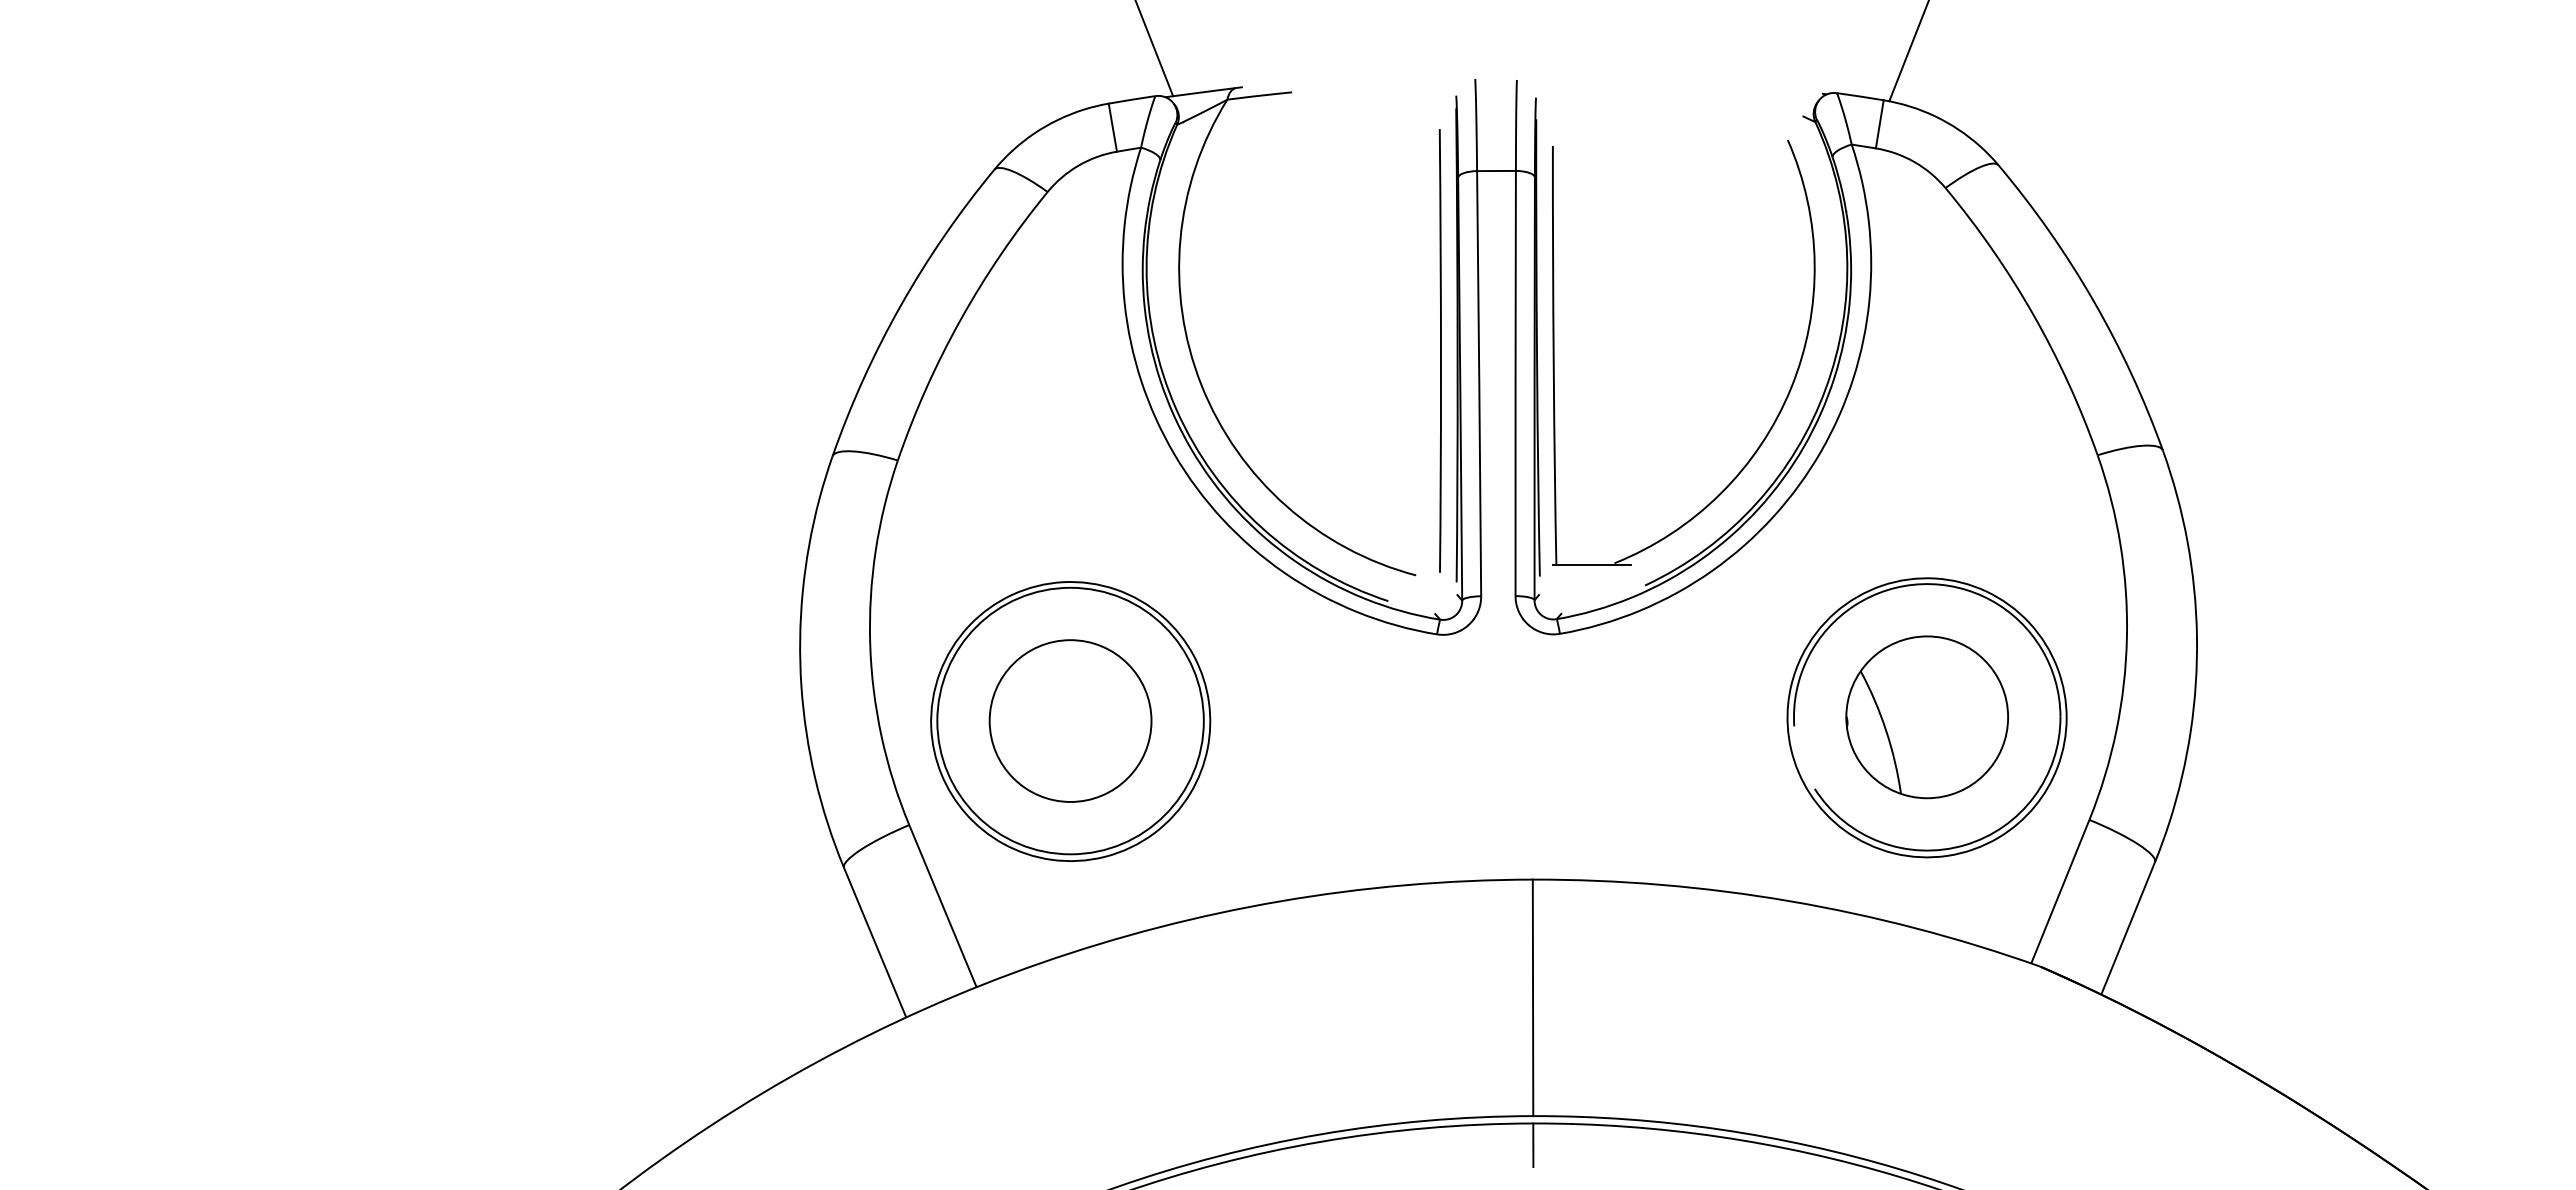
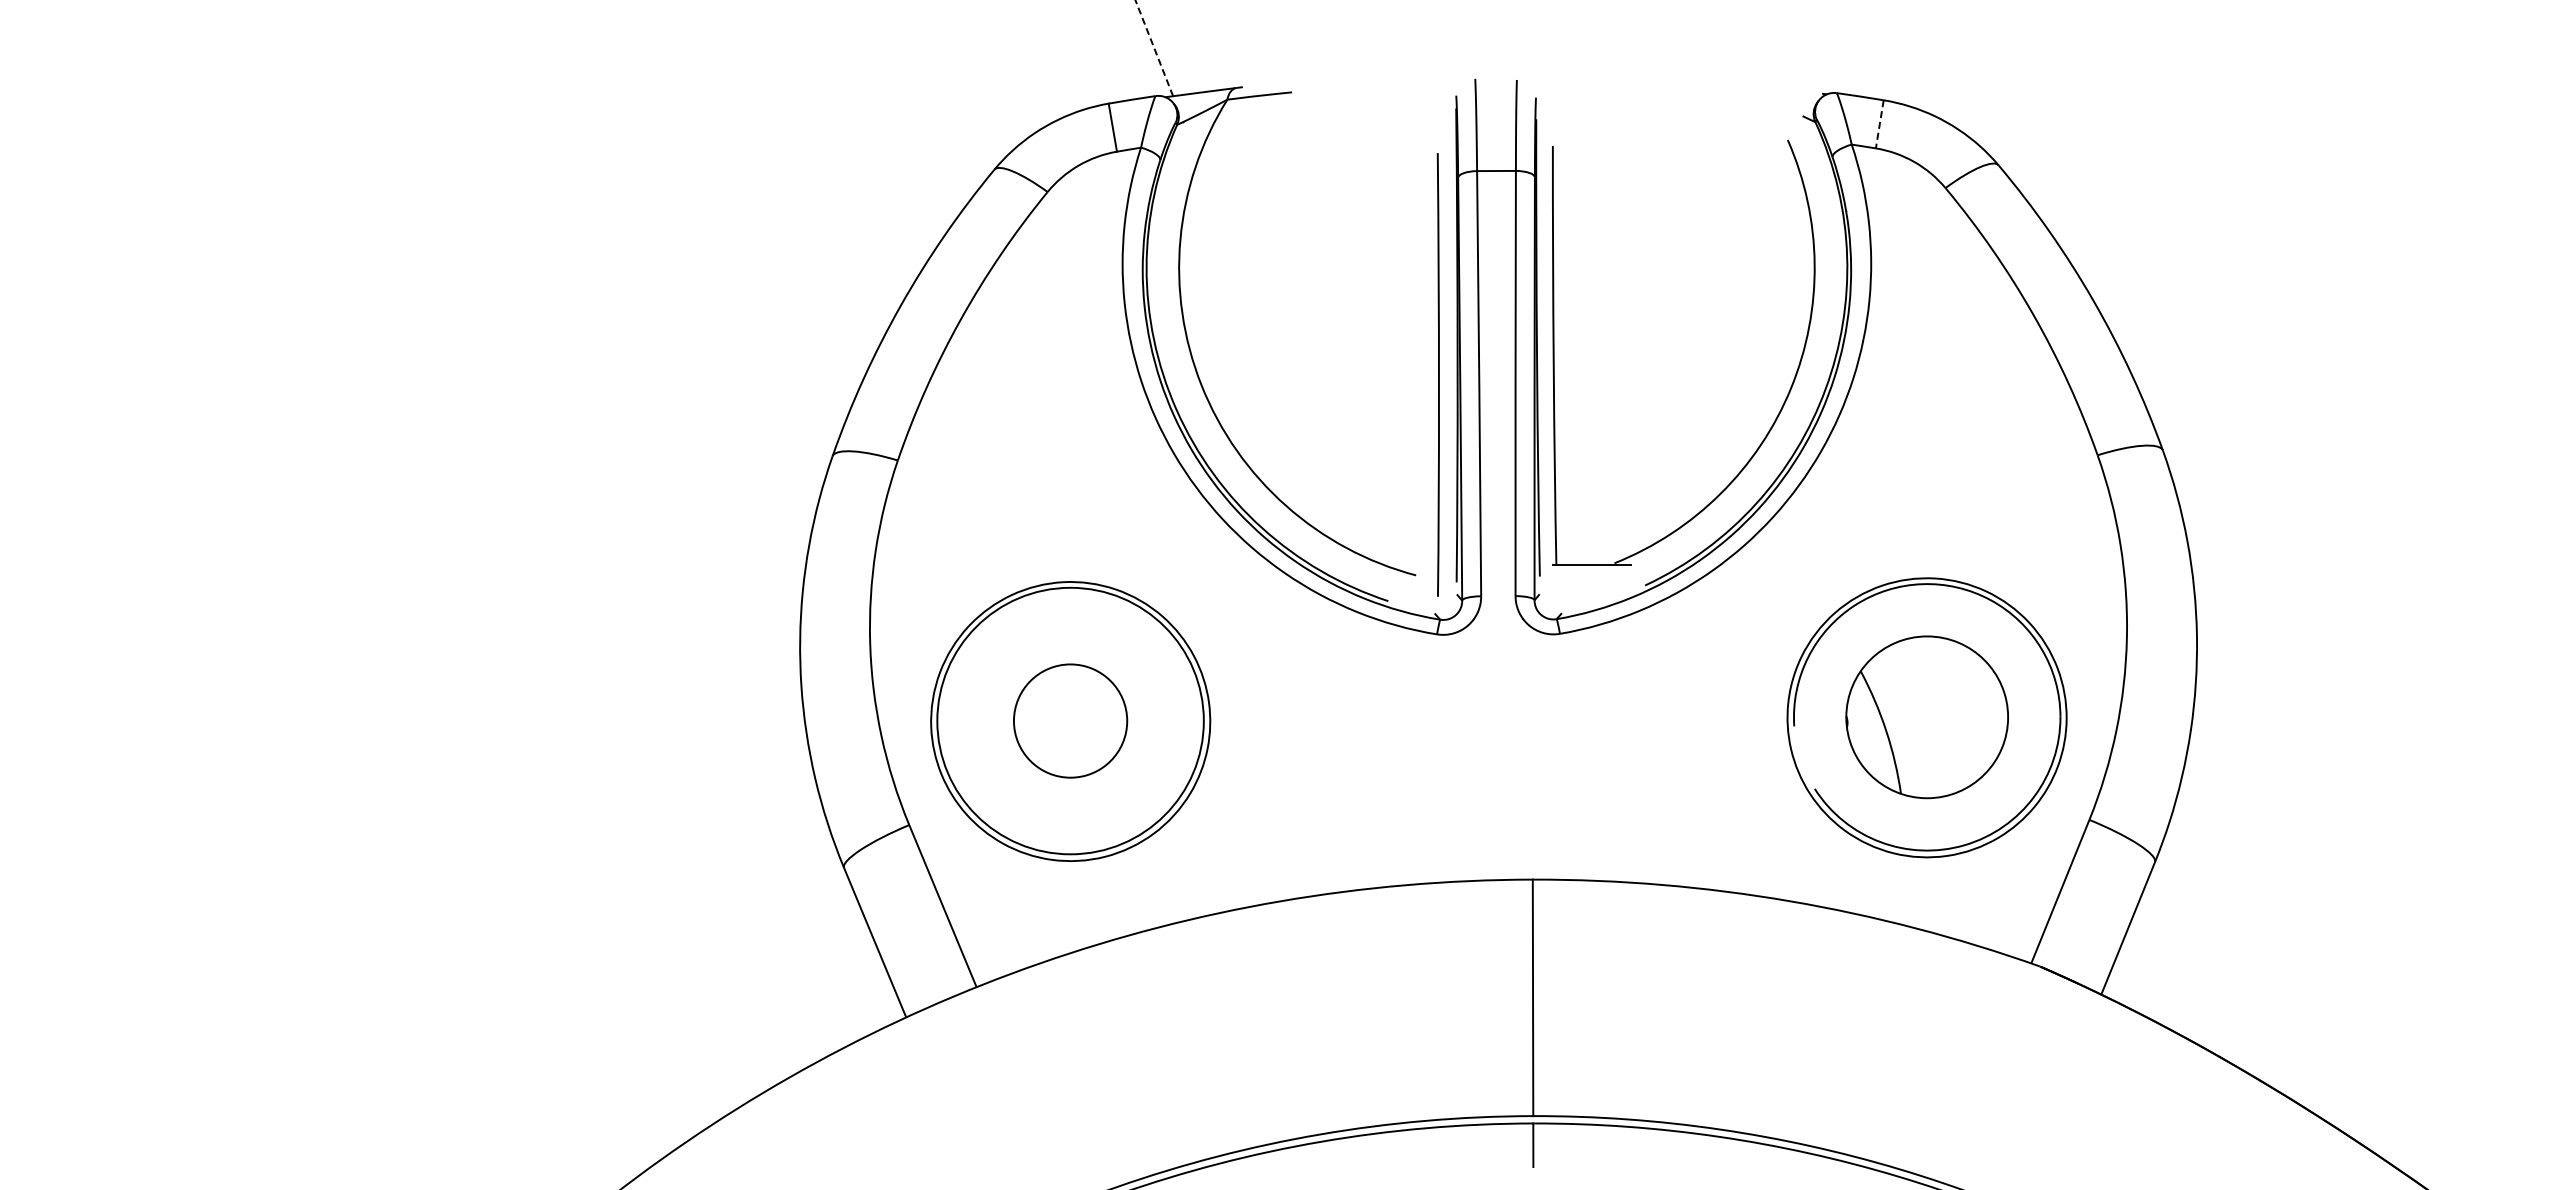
line at (1154, 48): solid -> dashed
line at (1908, 51): present -> none
line at (1879, 124): solid -> dashed
line at (1440, 350) position: (1440, 350) -> (1438, 374)
circle at (1070, 720) diameter: 162 px -> 113 px
